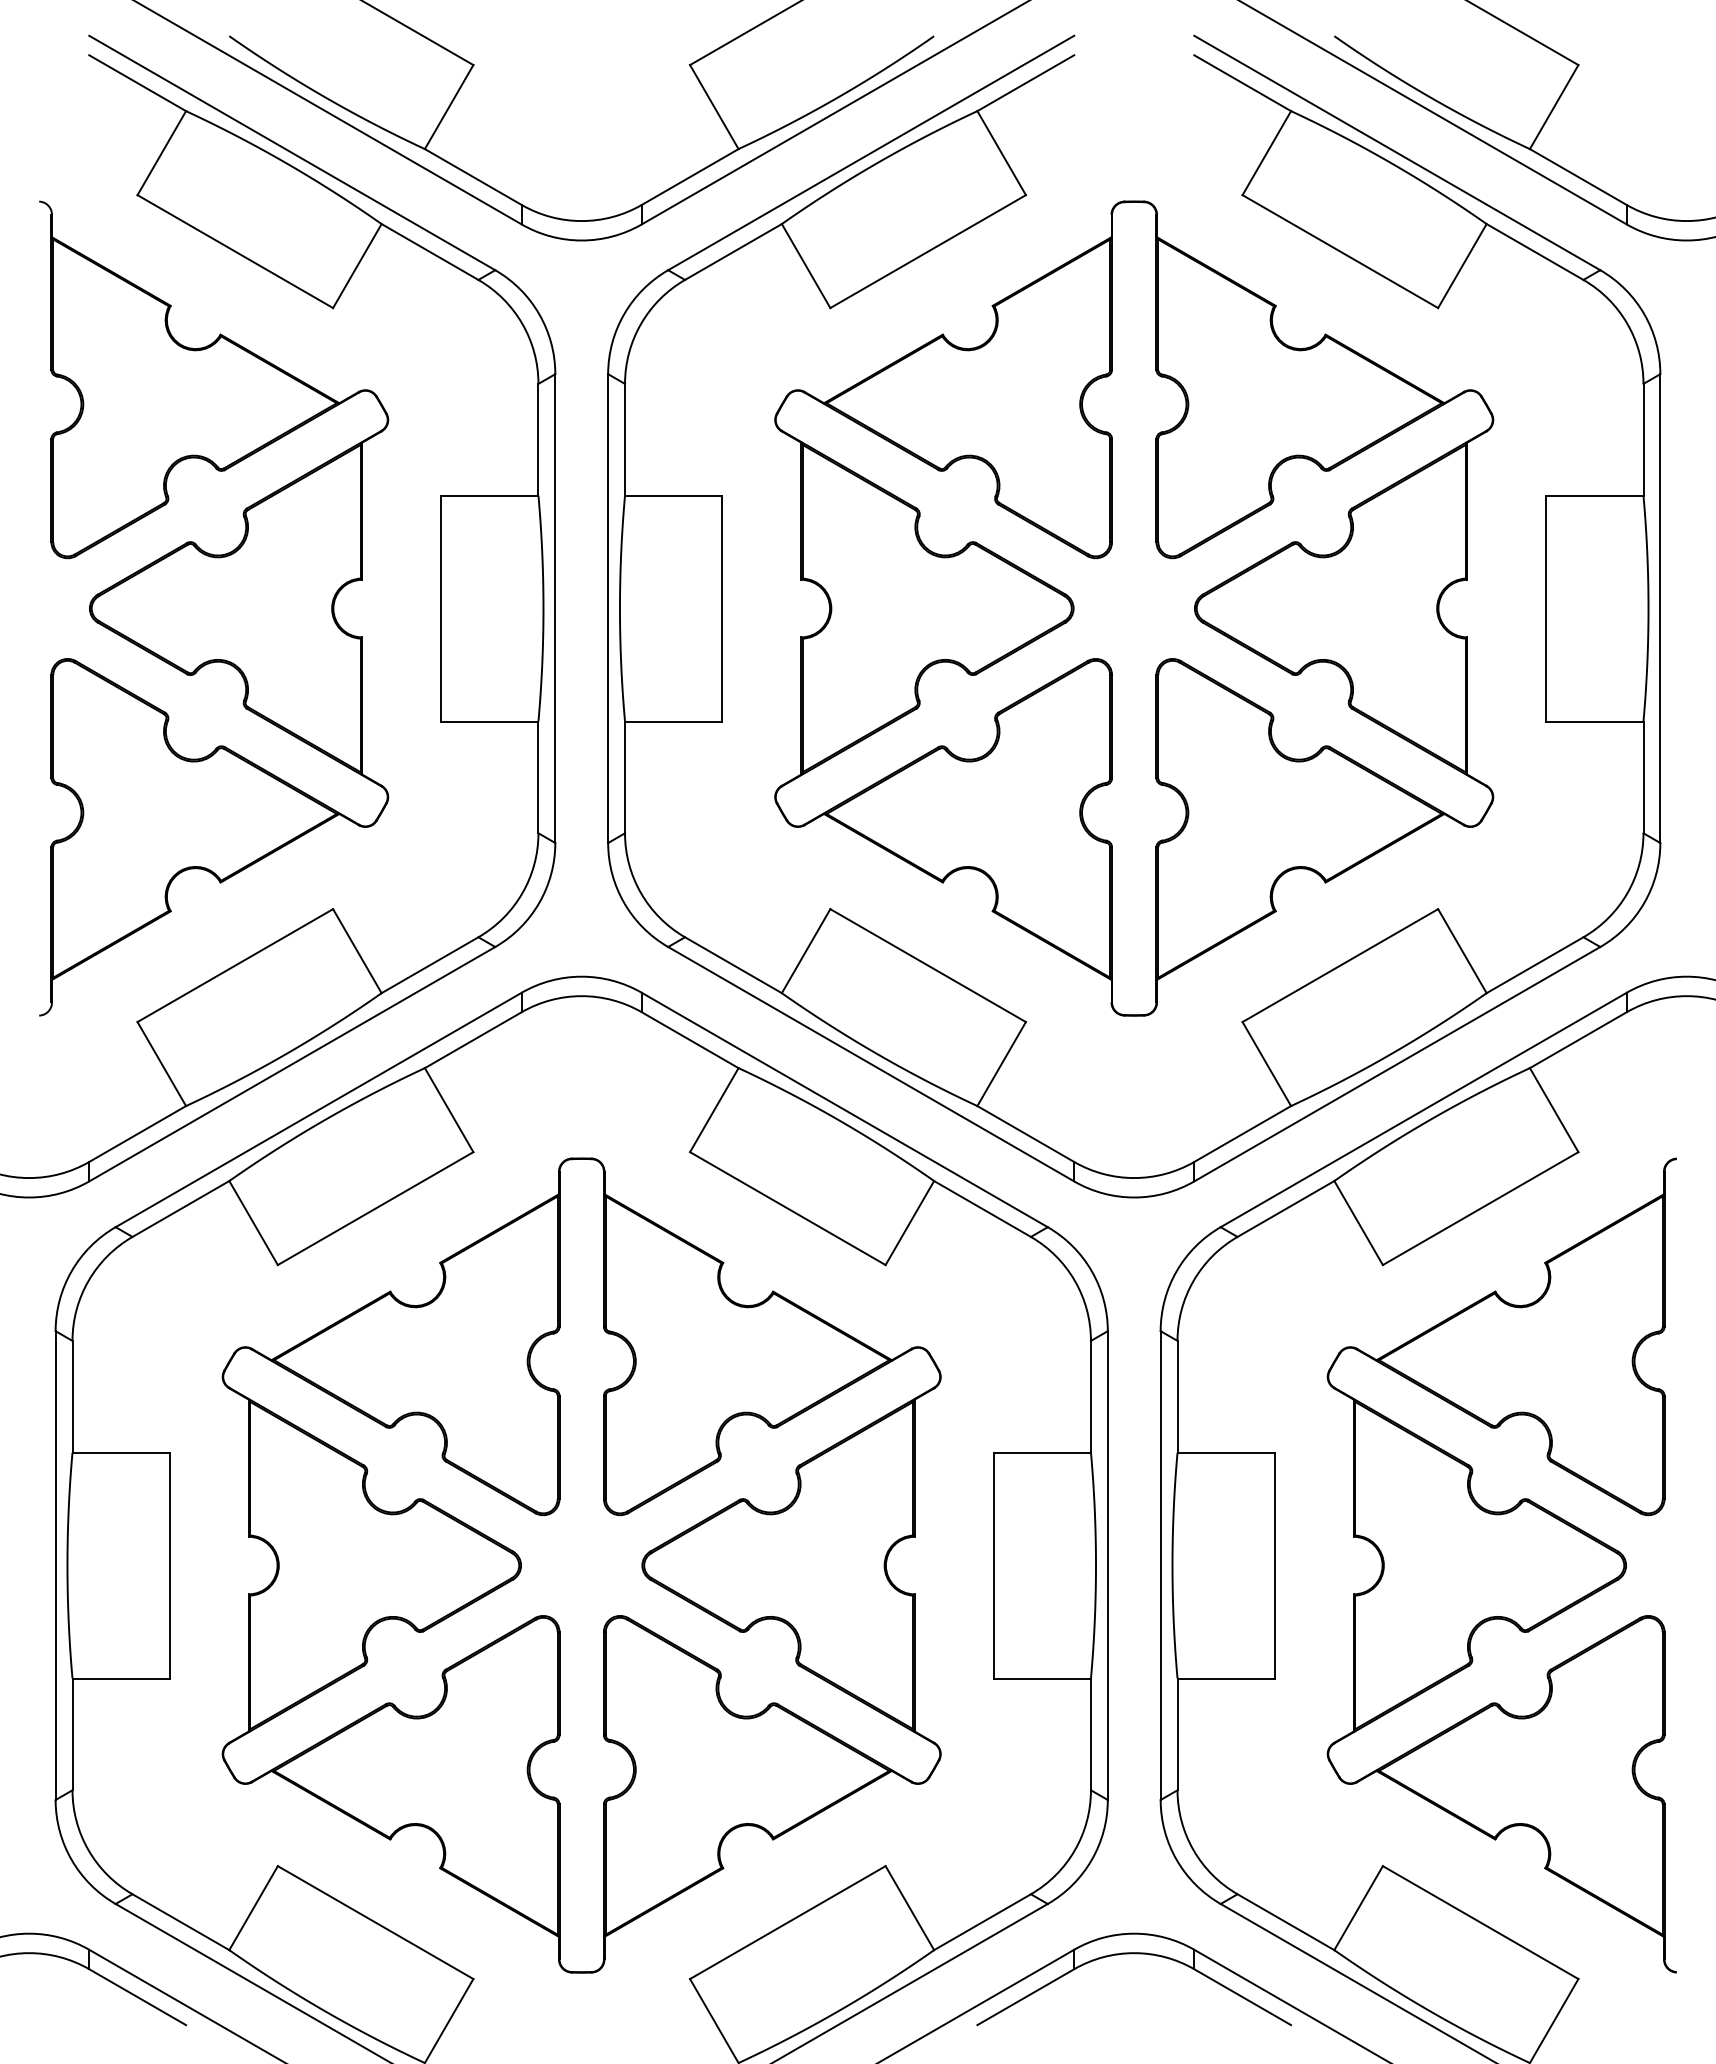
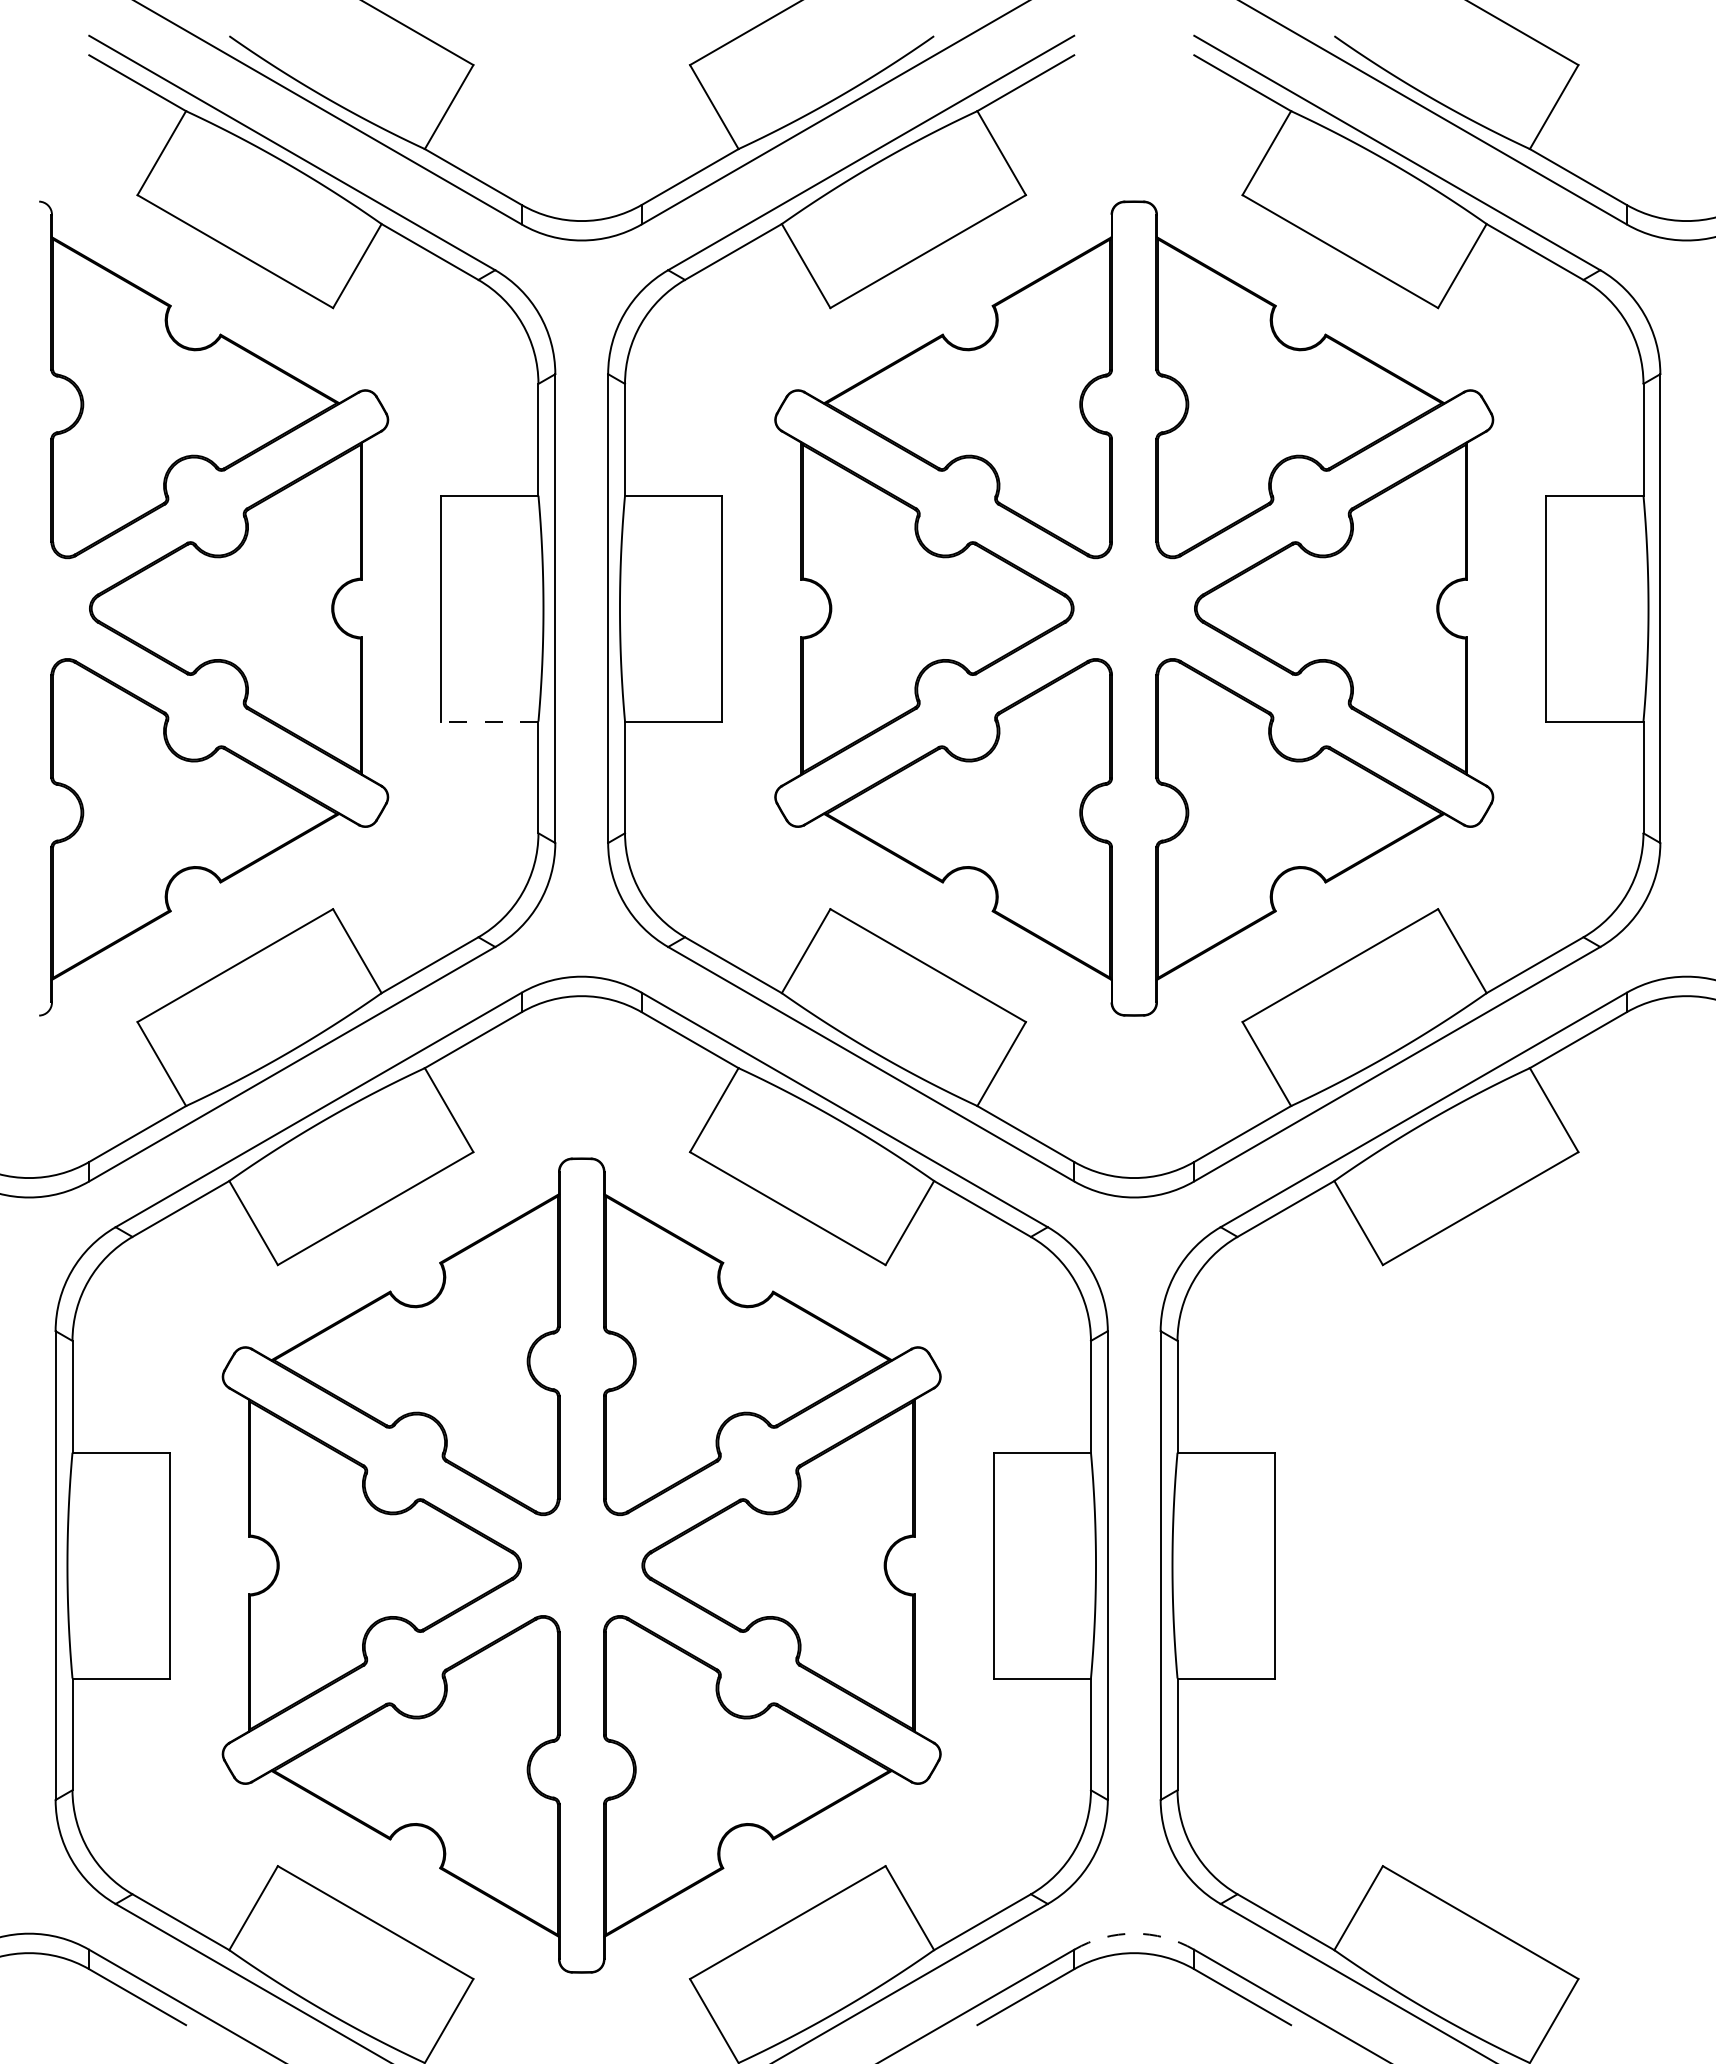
line at (489, 721): solid -> dashed
part at (1501, 1565): present -> none
arc at (1134, 1933): solid -> dashed
